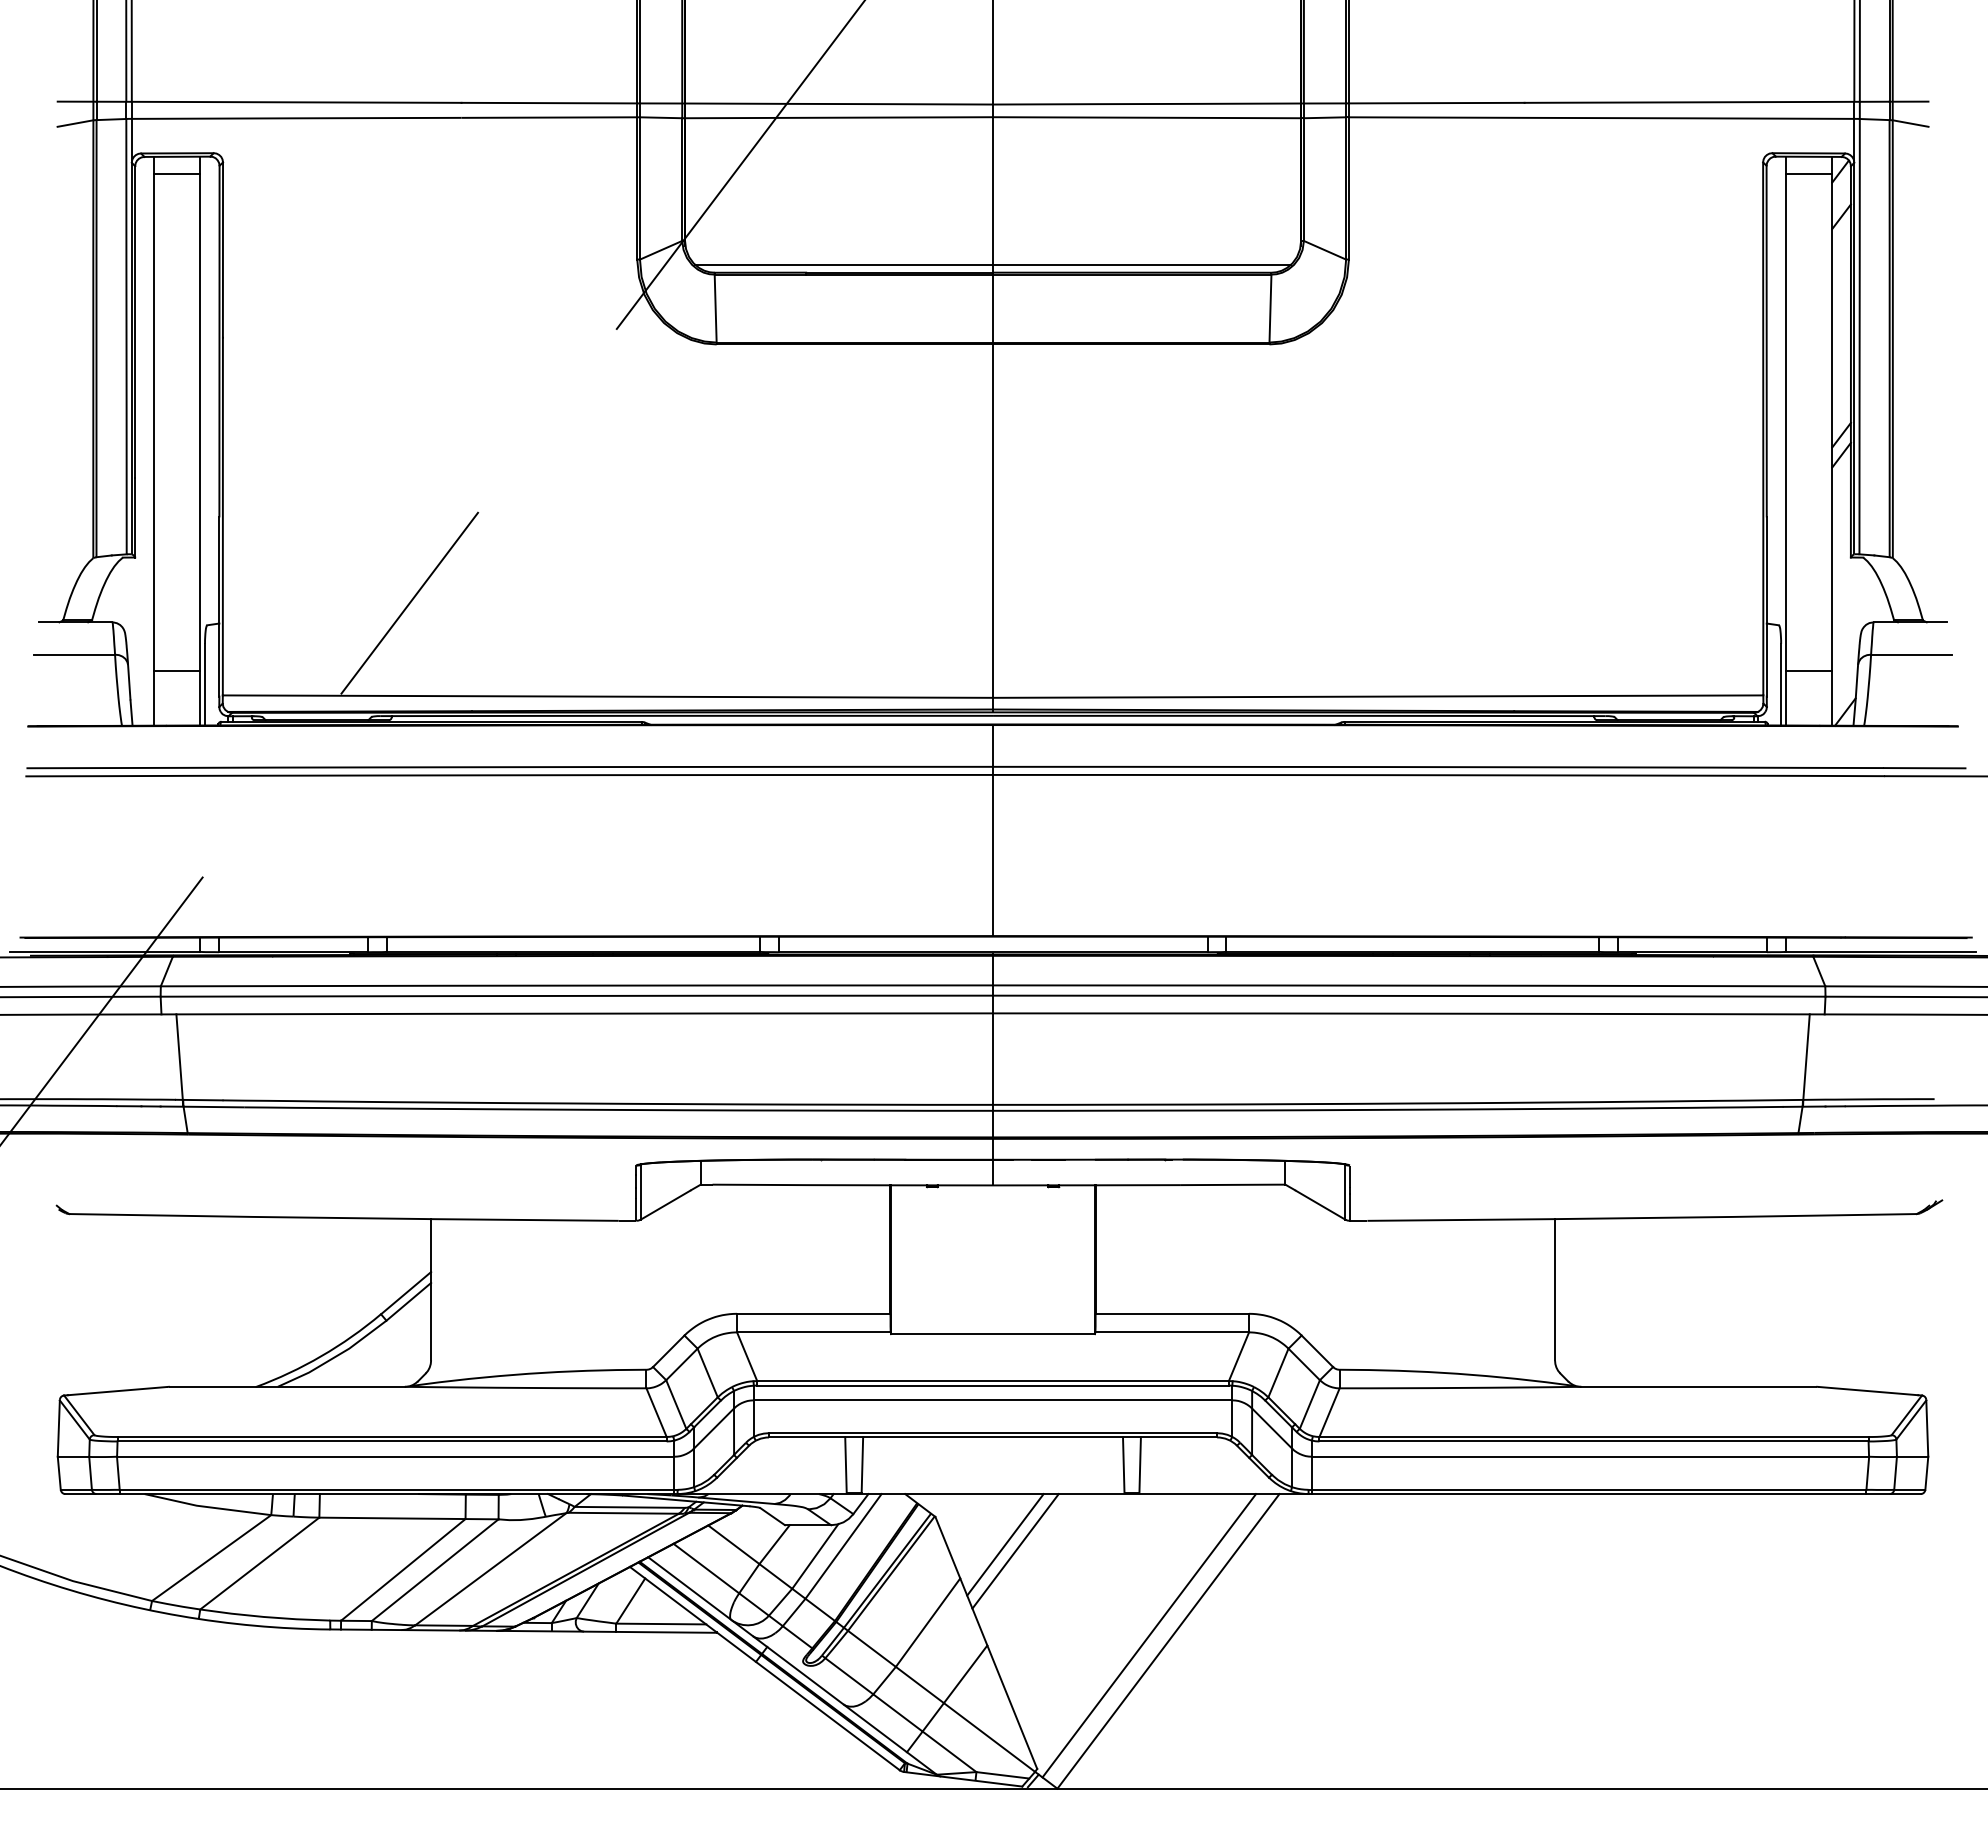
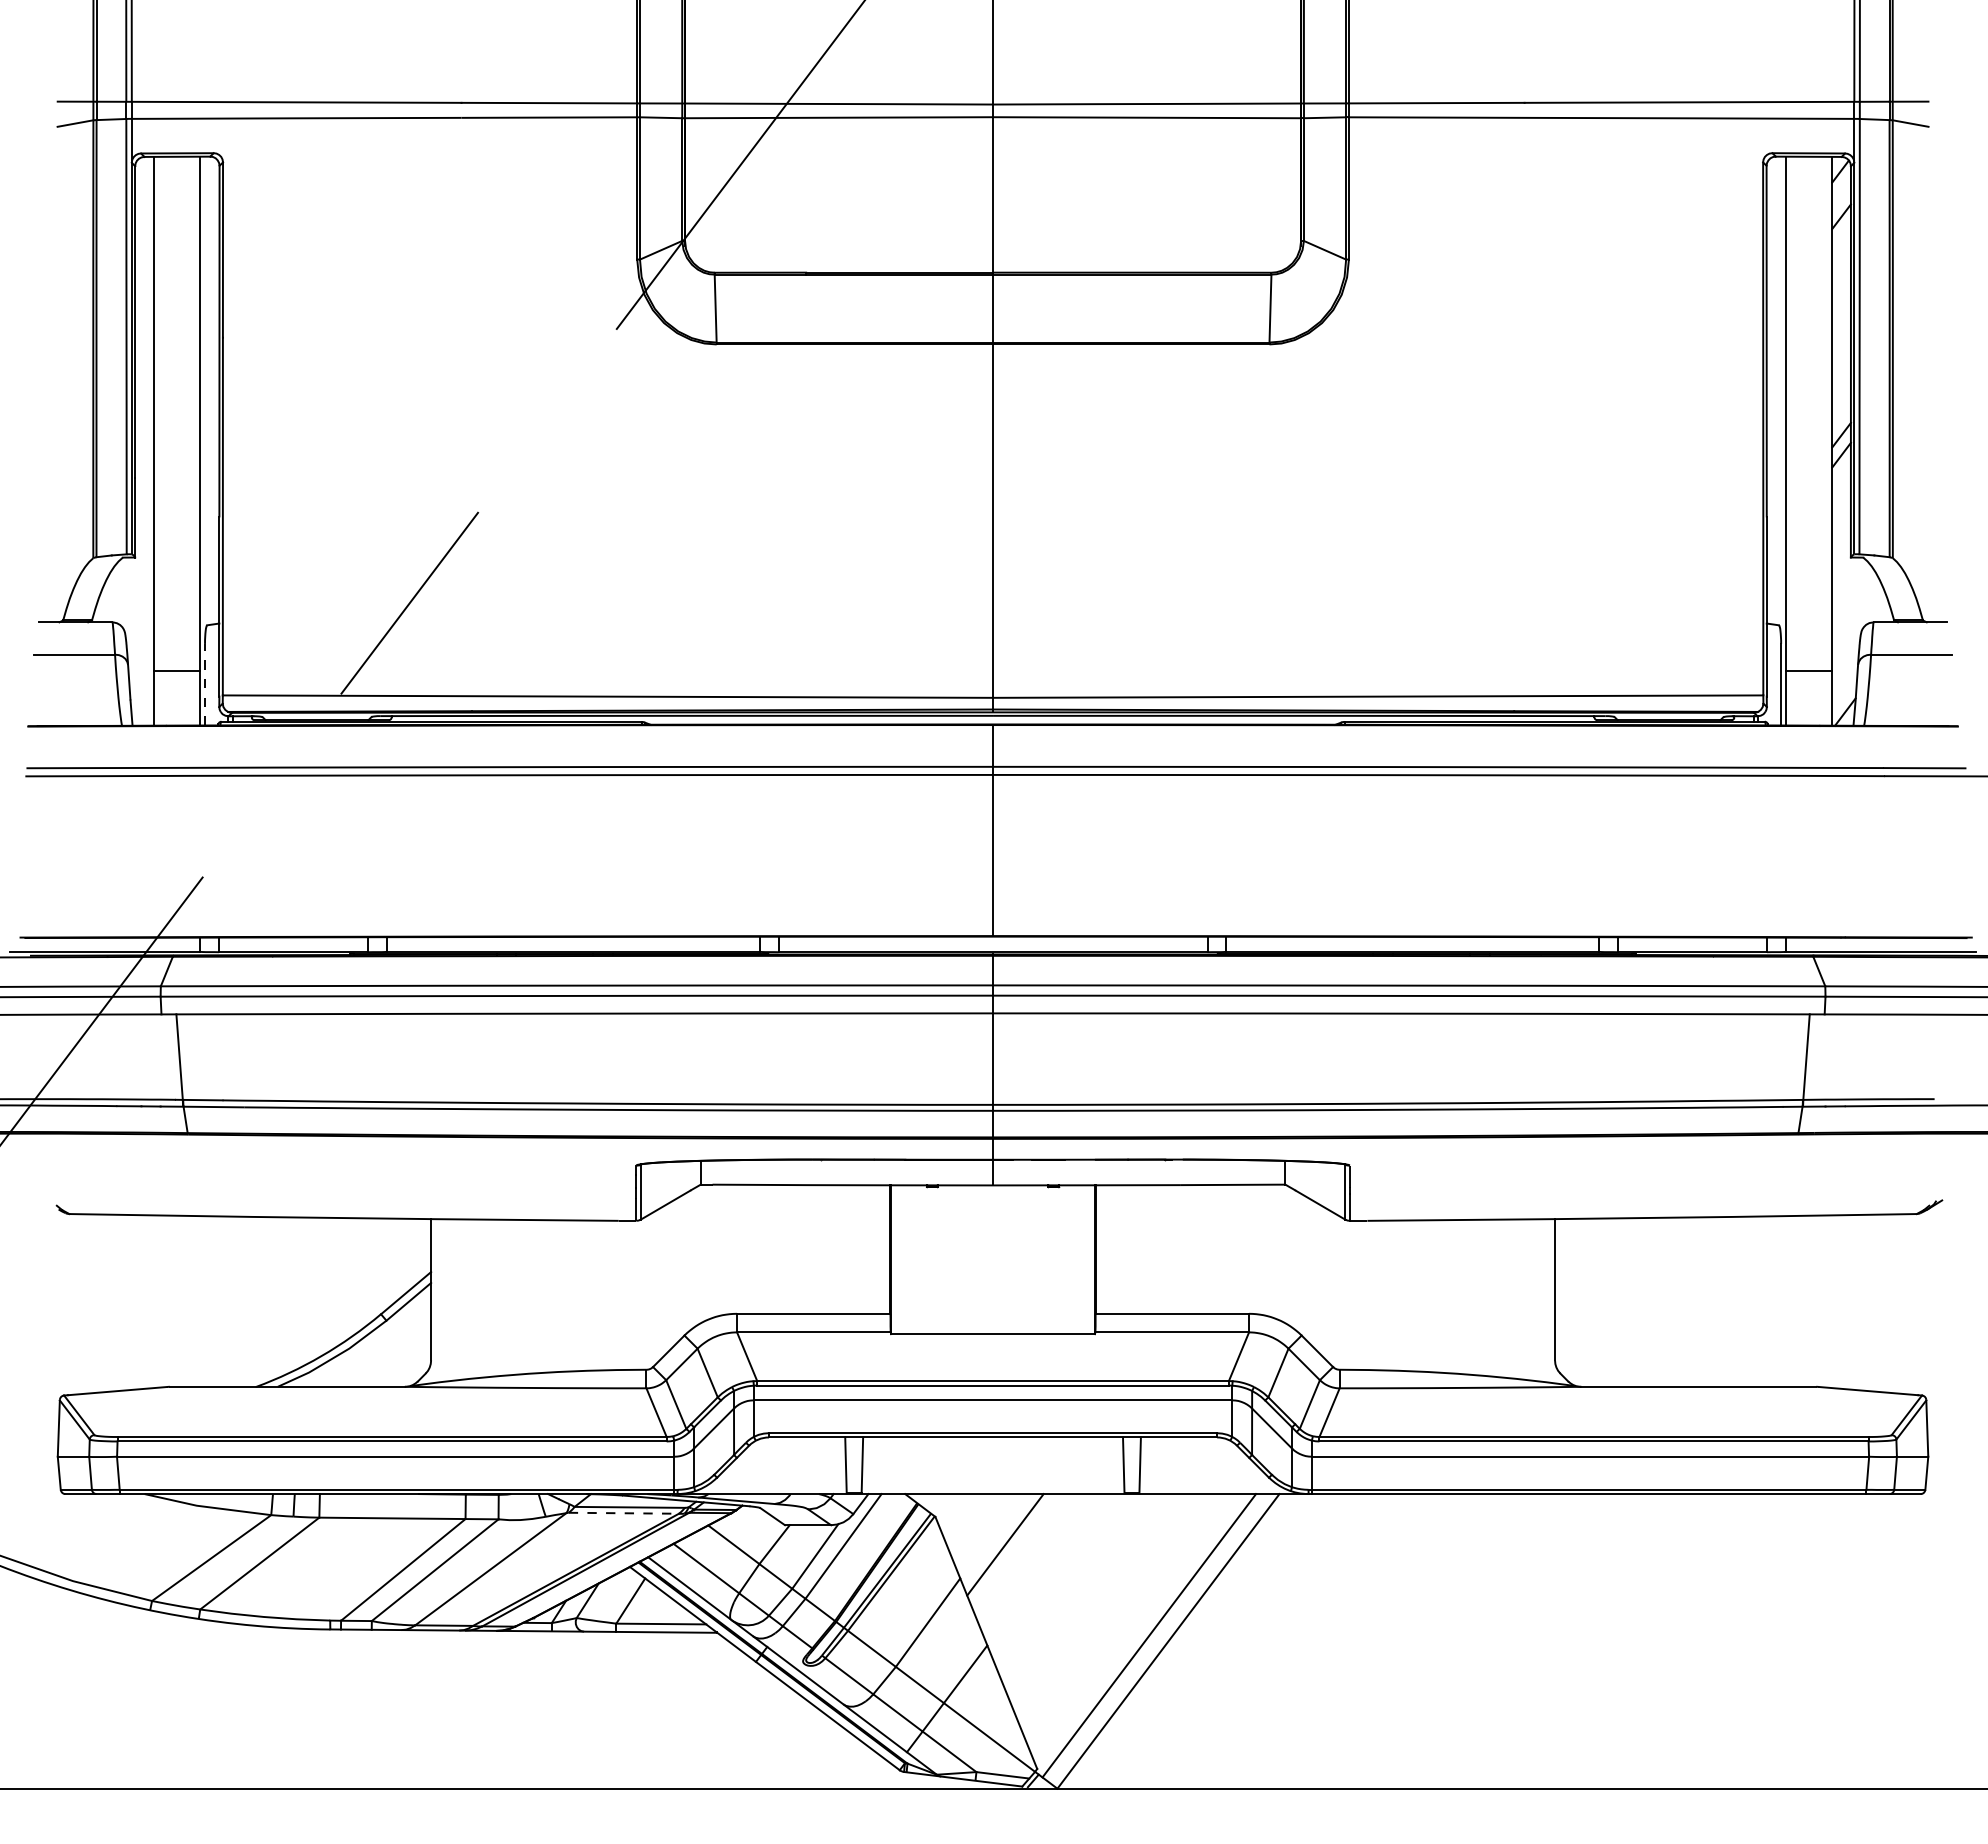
line at (176, 174): present -> none
line at (1808, 174): present -> none
line at (993, 264): present -> none
line at (205, 684): solid -> dashed
line at (624, 1513): solid -> dashed
line at (1015, 1551): present -> none
